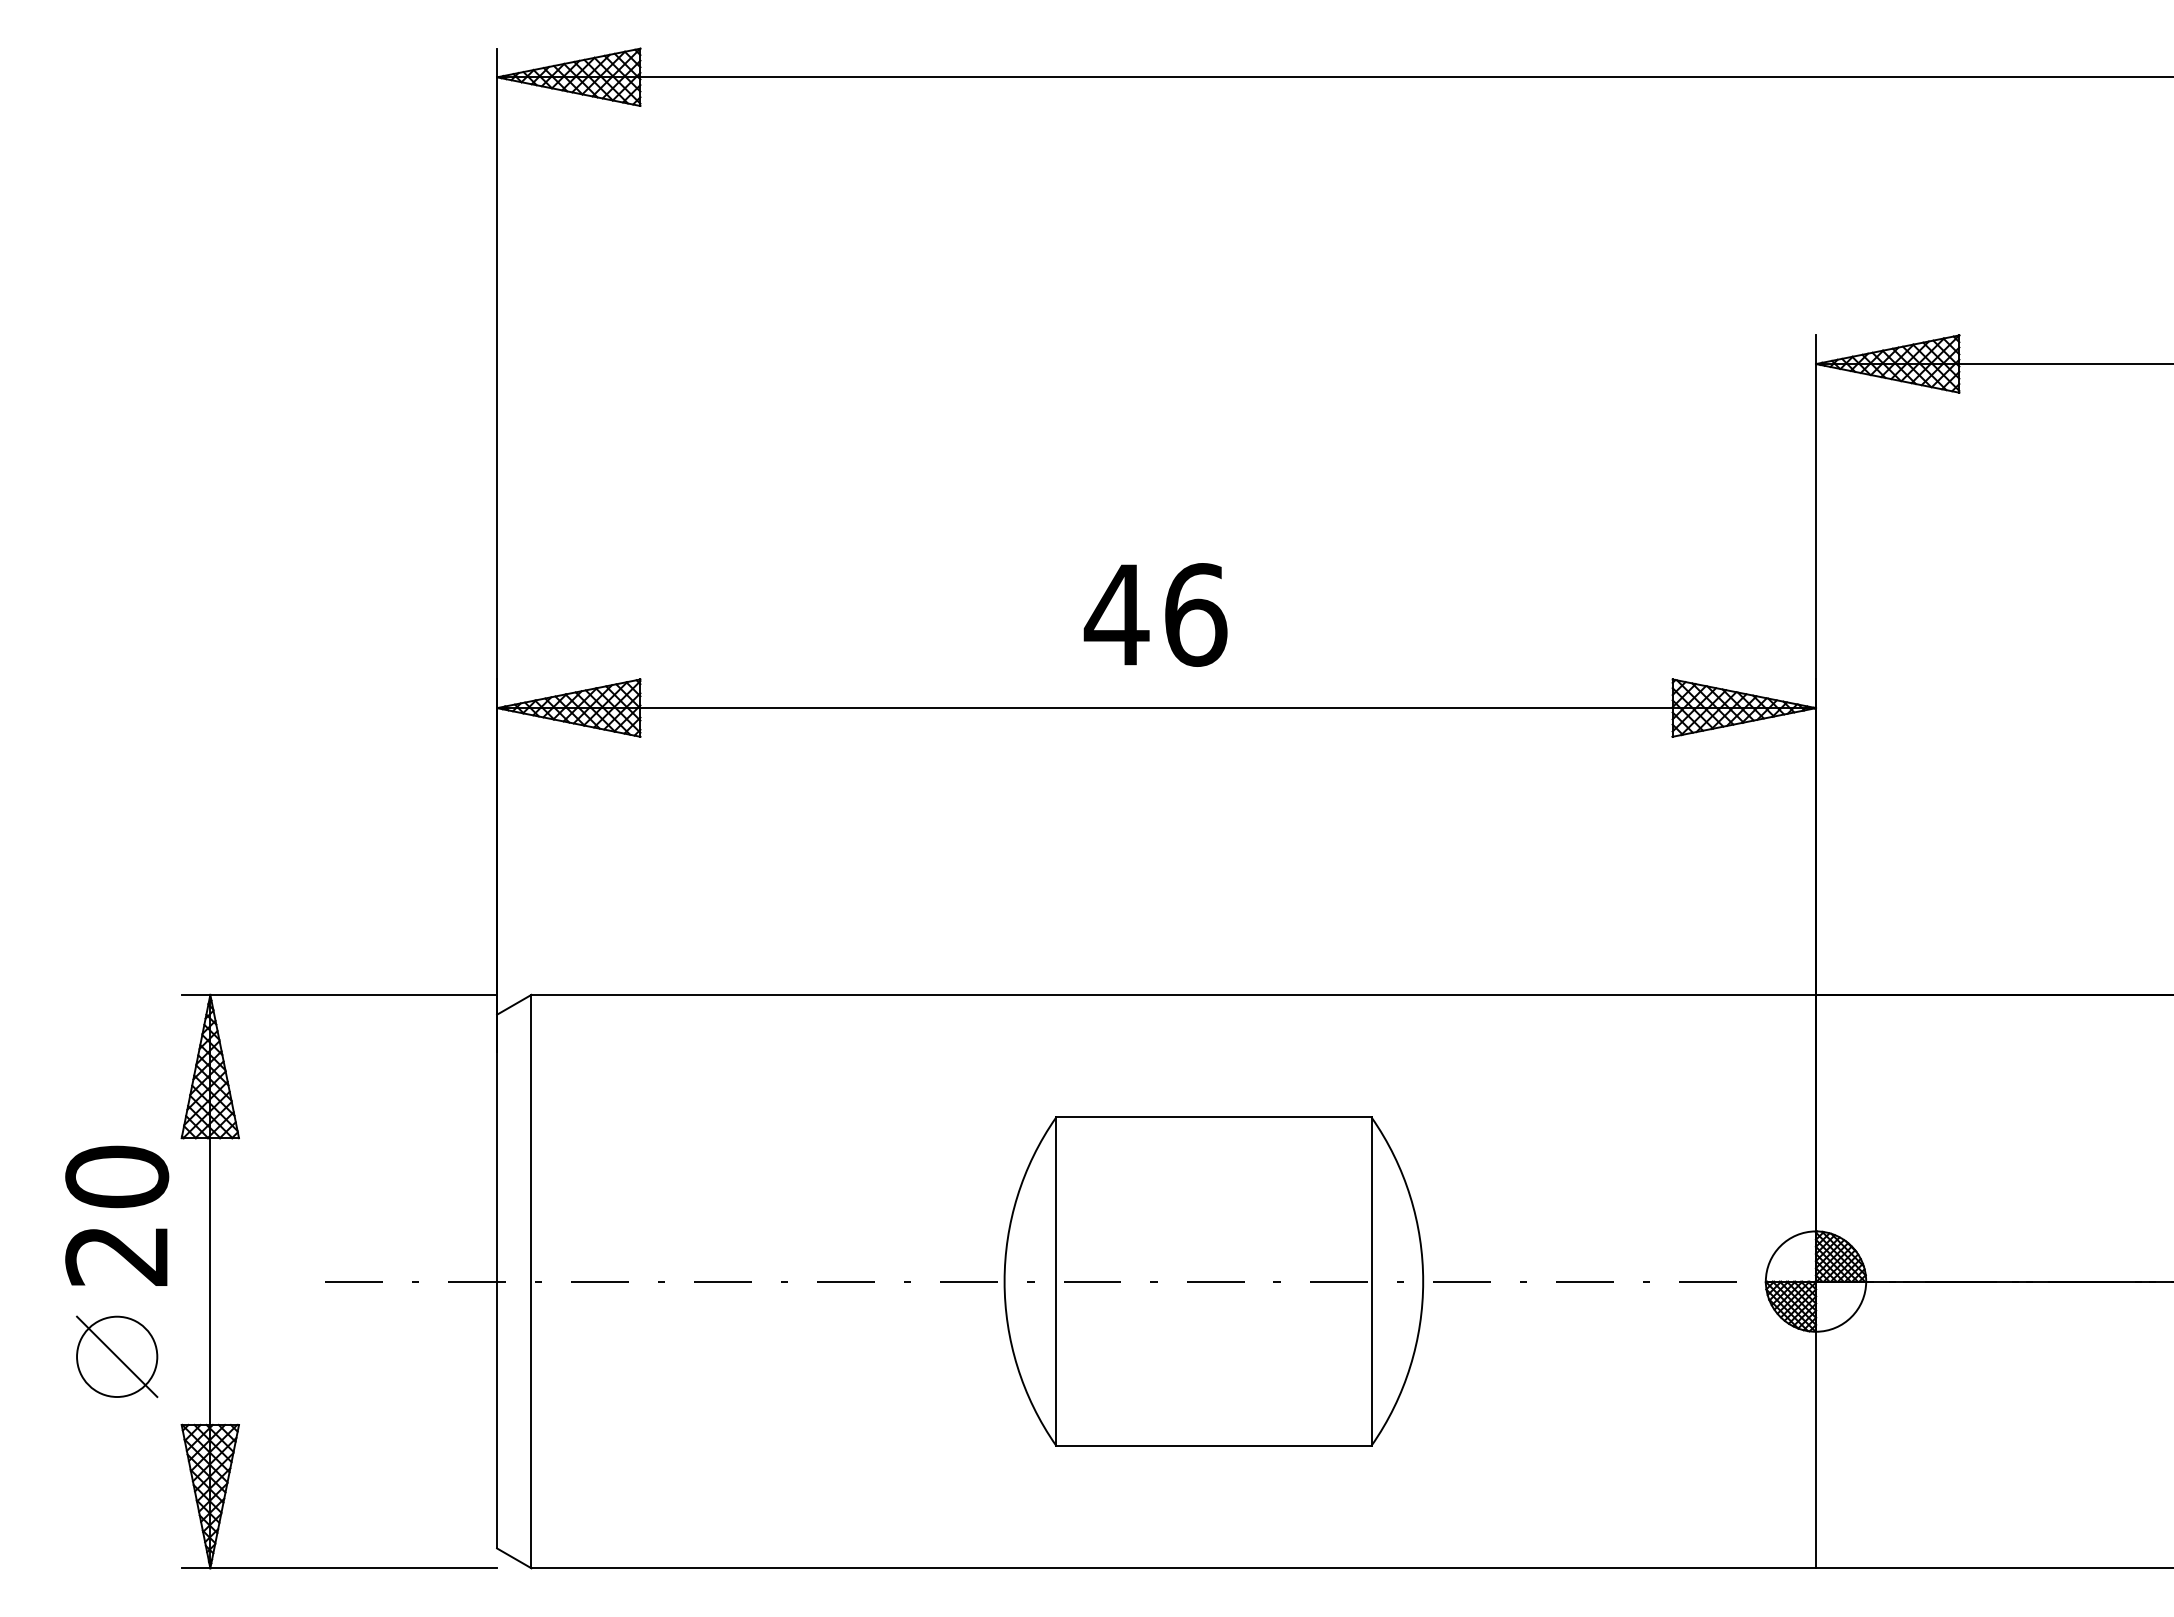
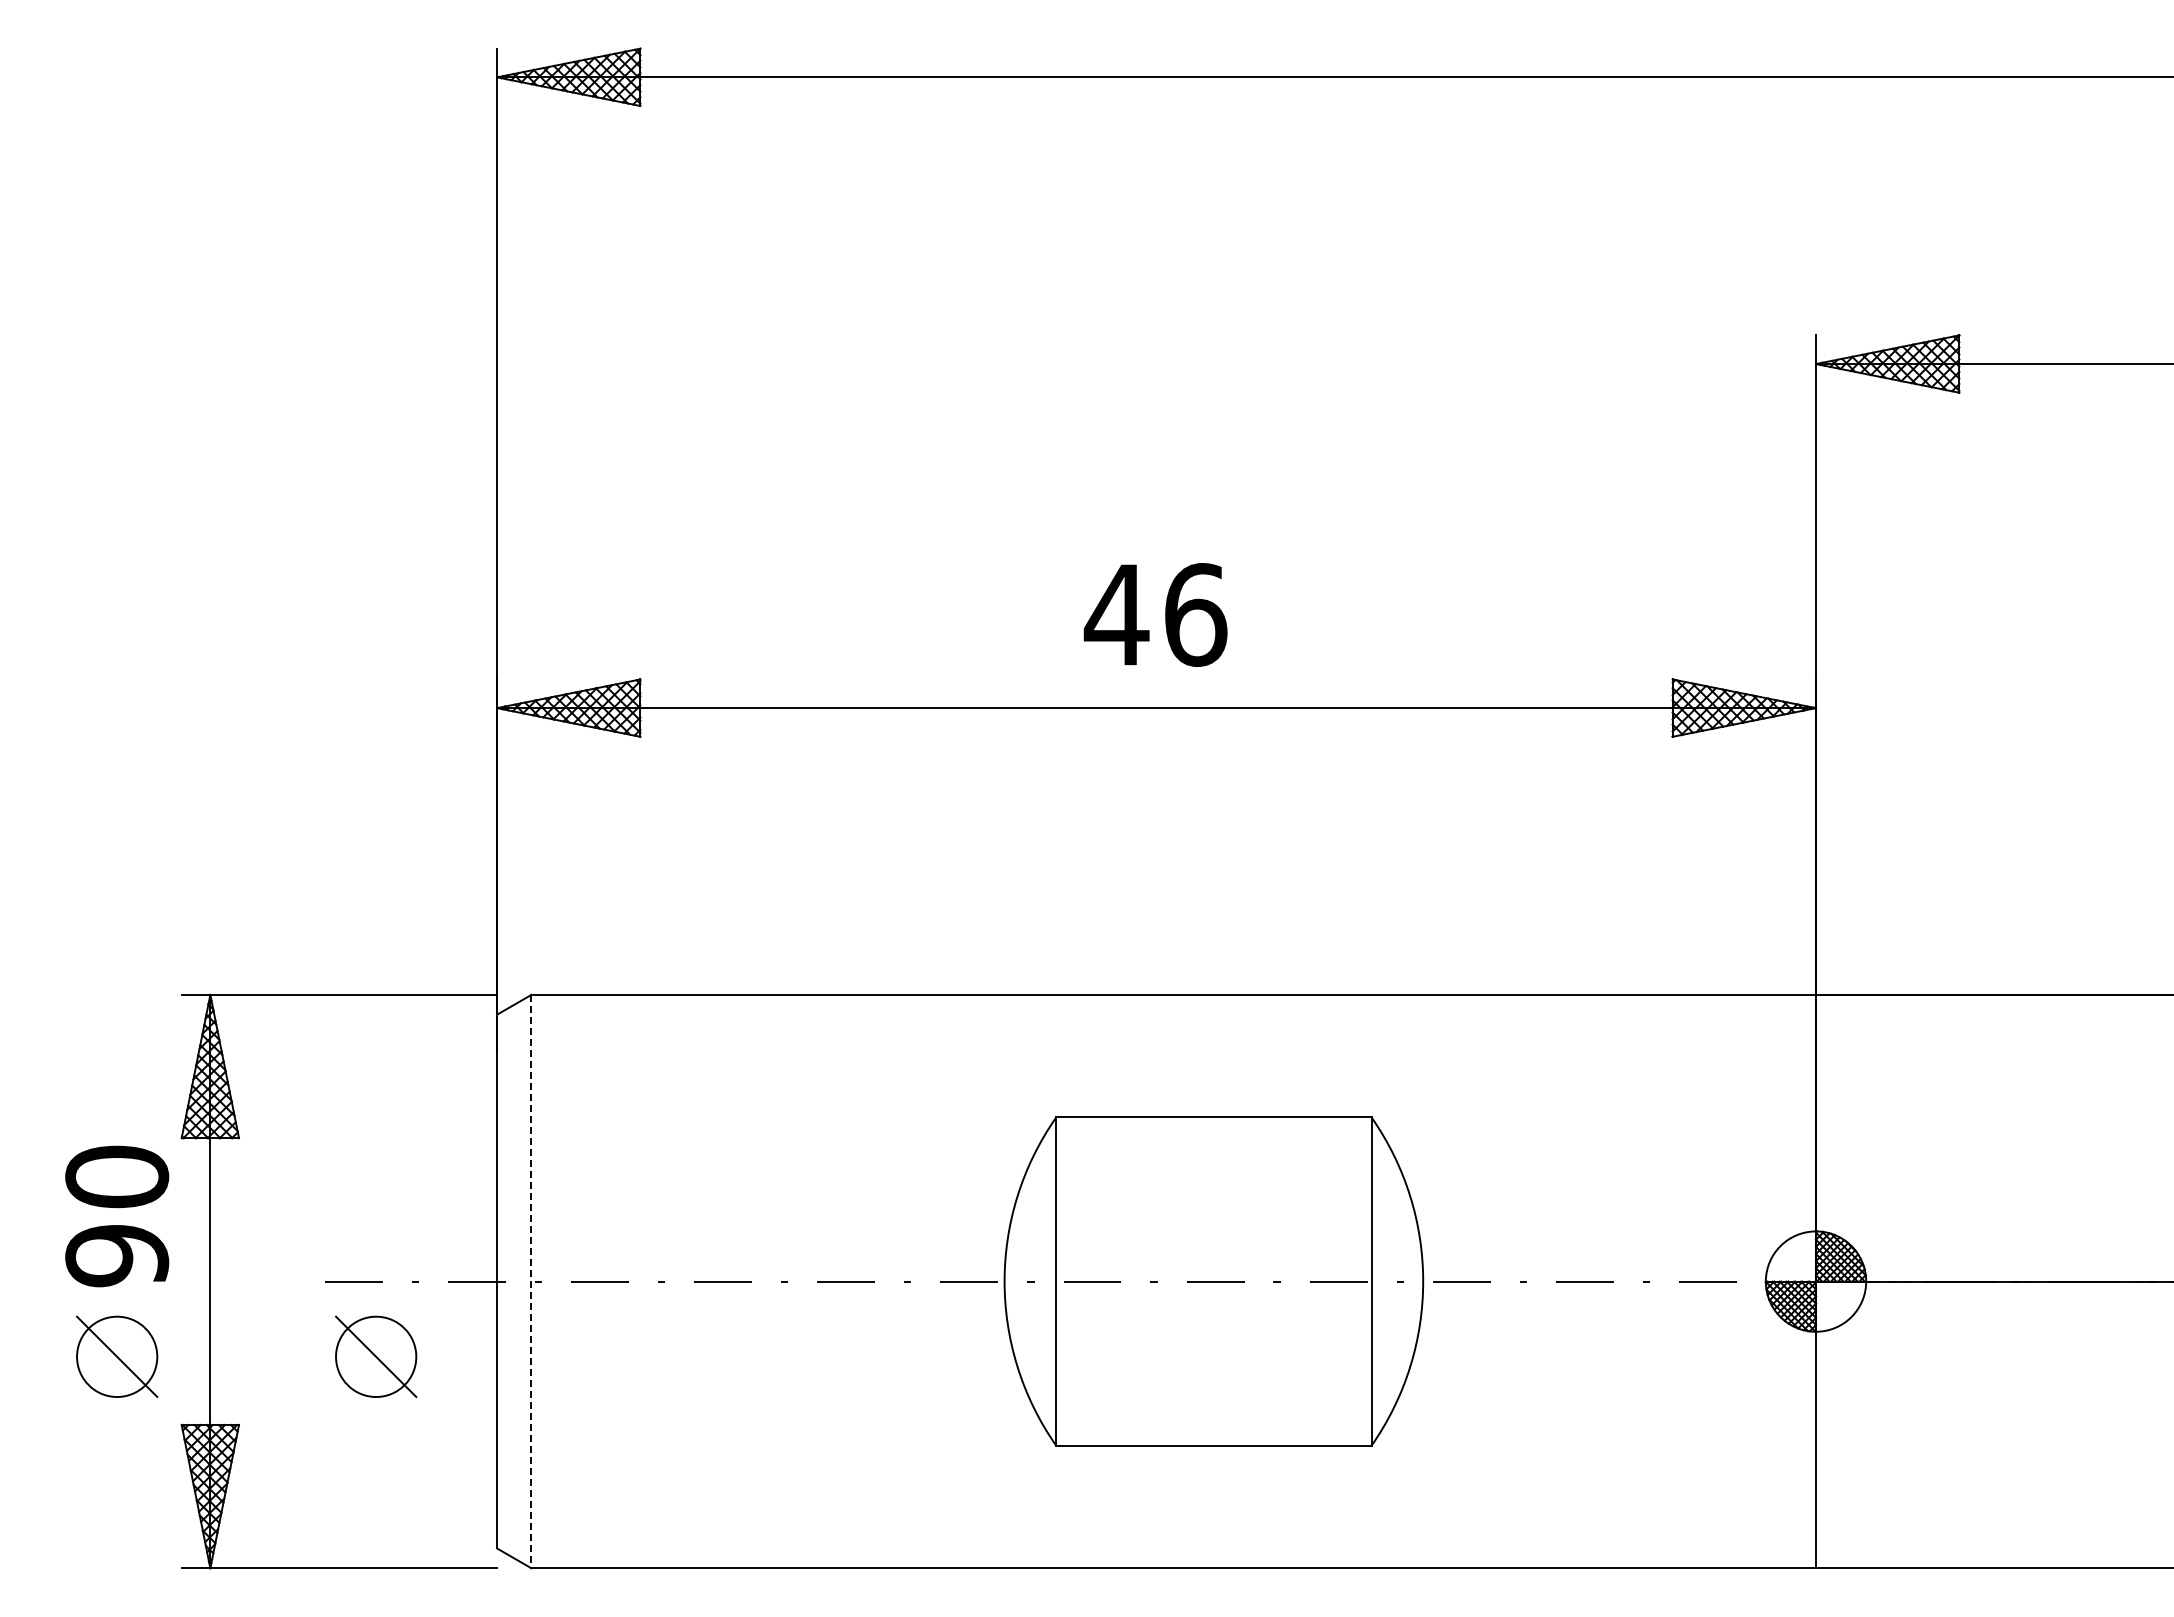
text at (117, 1256): 20 -> 90
line at (531, 1281): solid -> dashed
part at (376, 1356): none -> present
